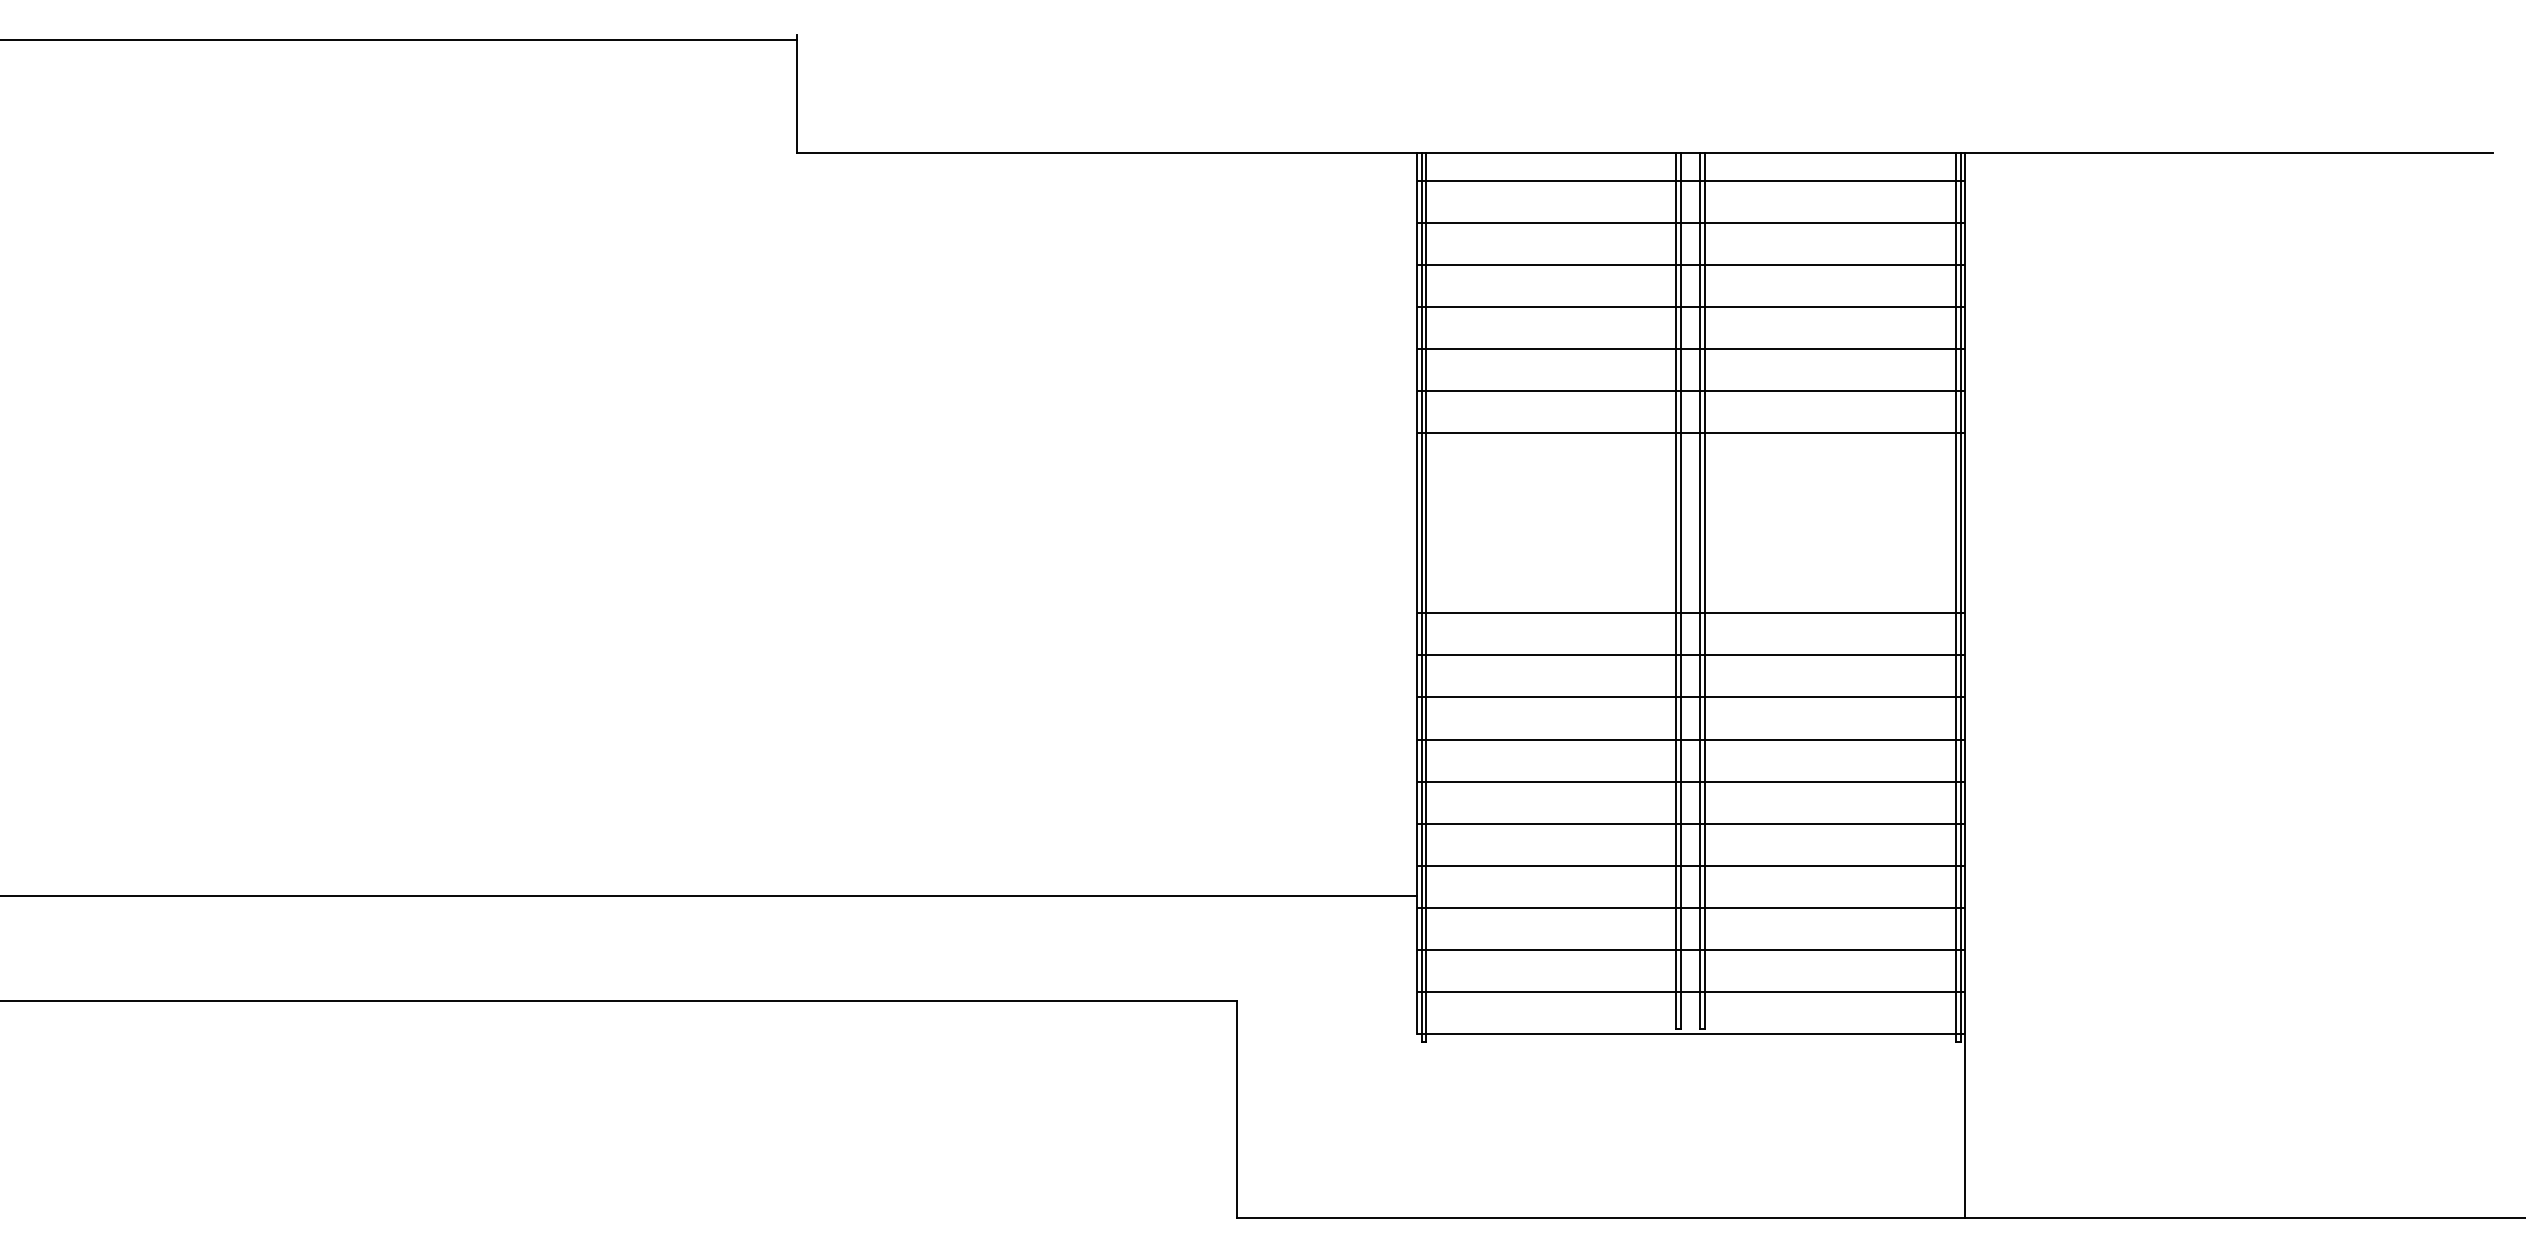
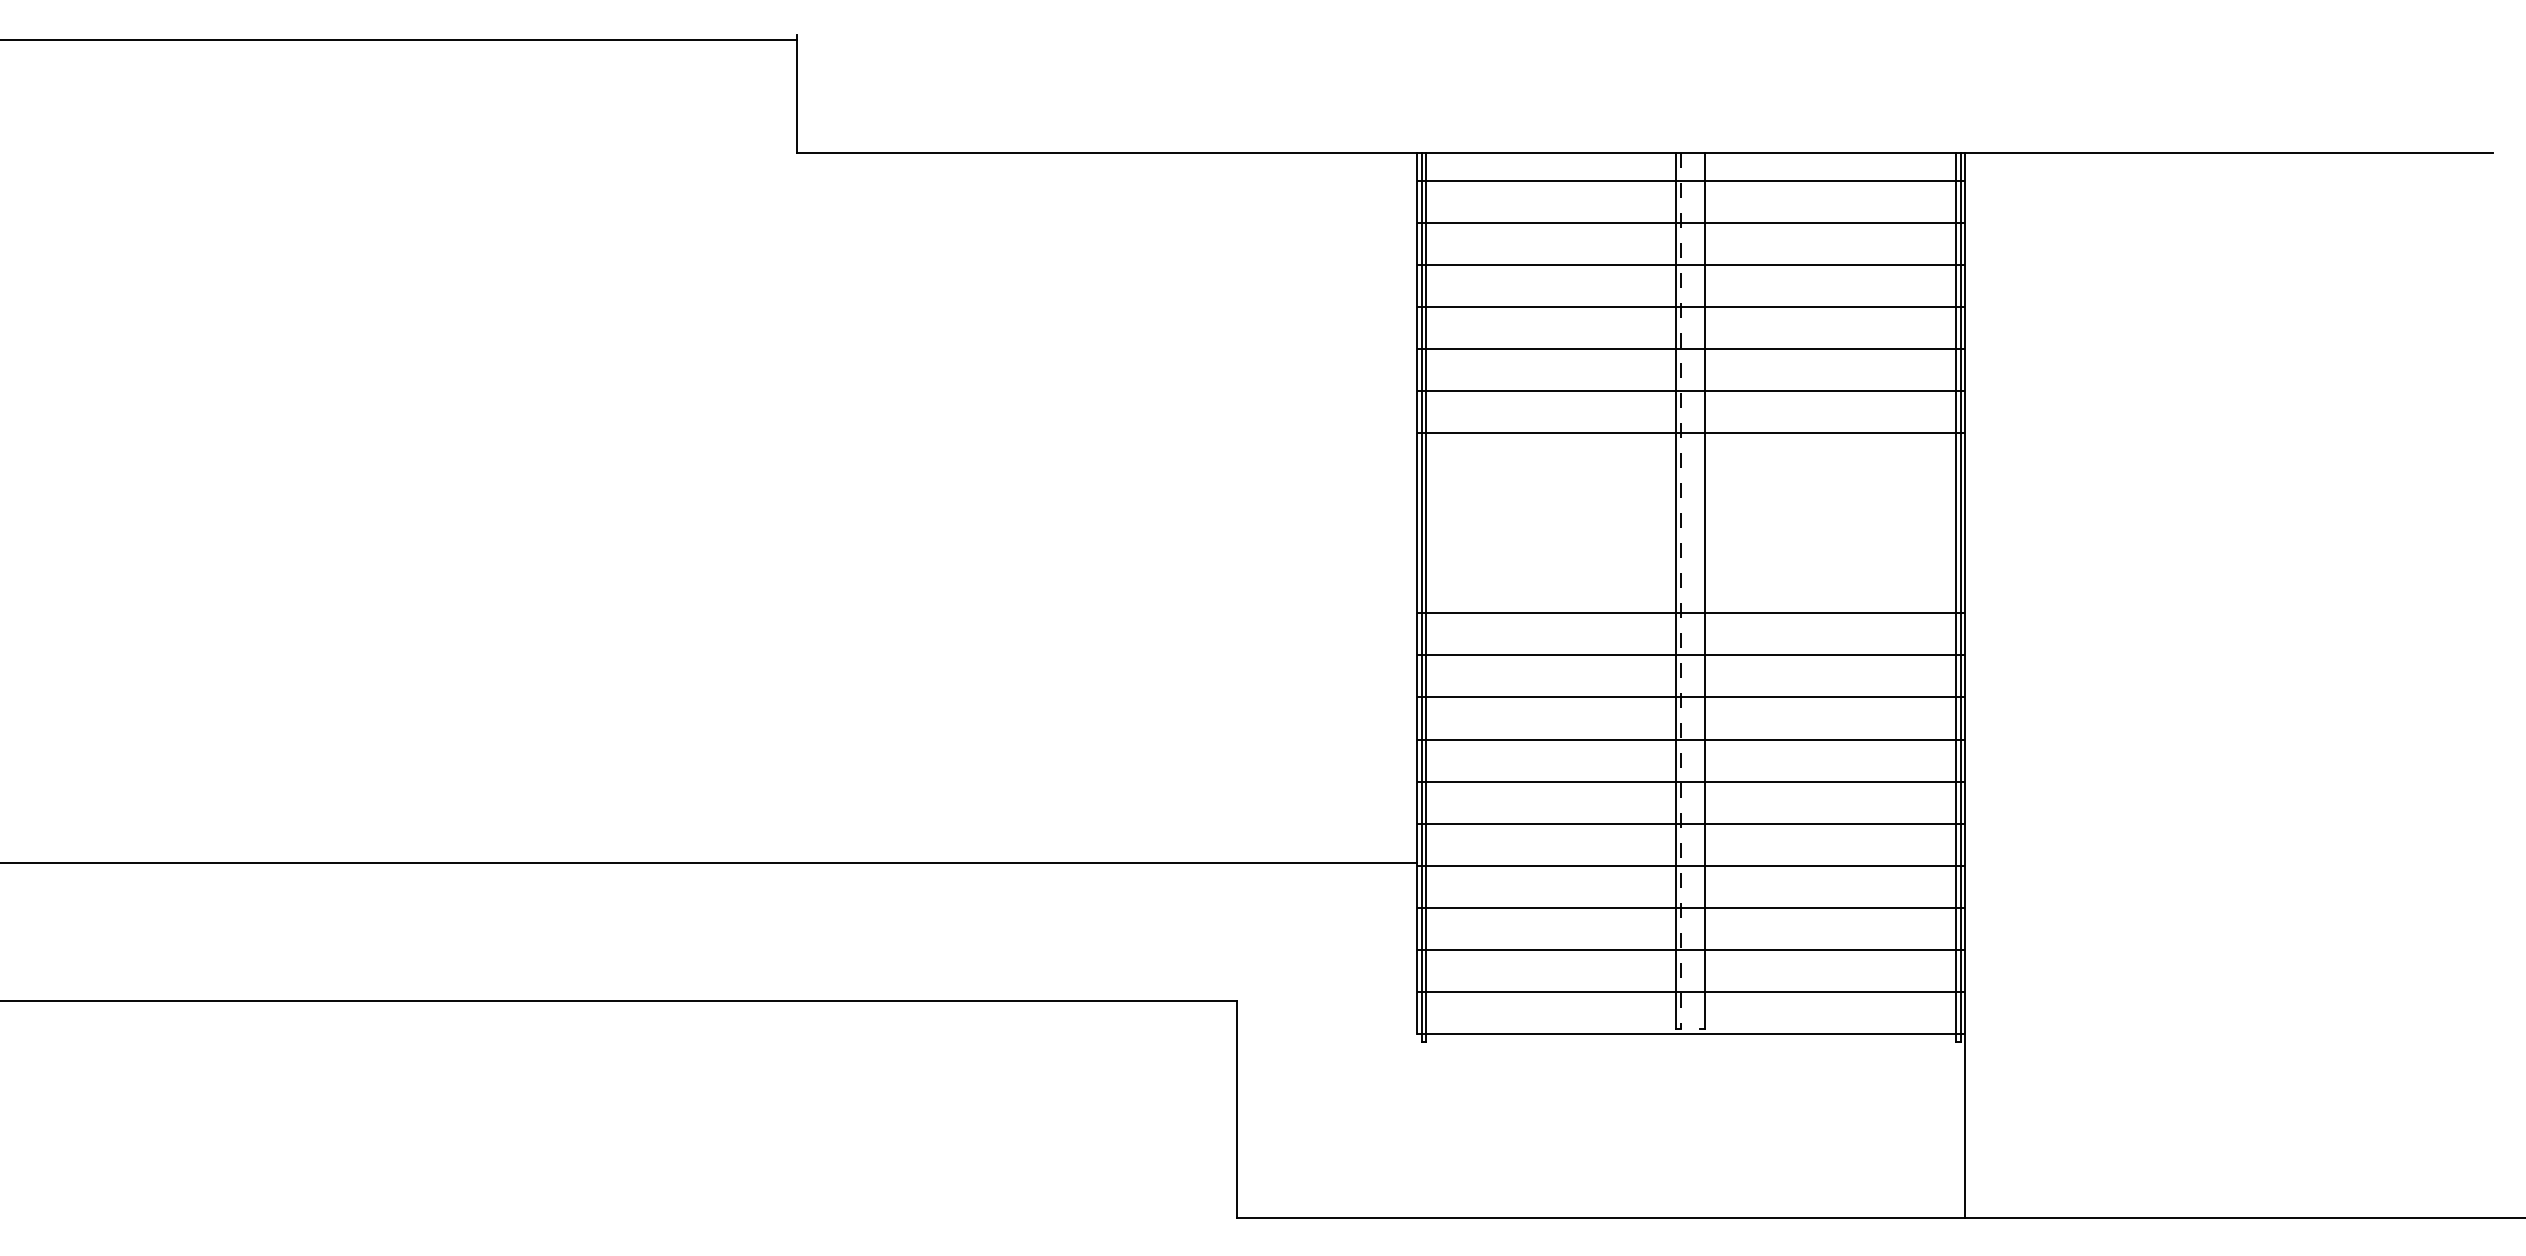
line at (1680, 590): solid -> dashed
line at (1700, 590): present -> none
line at (709, 895) position: (709, 895) -> (709, 862)
